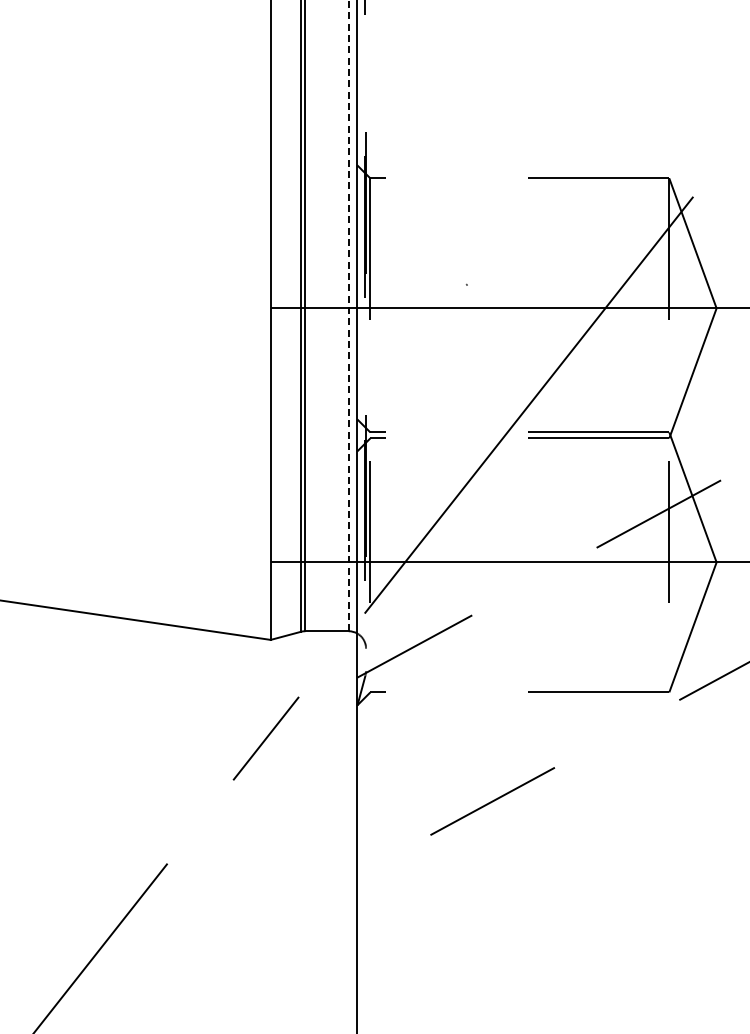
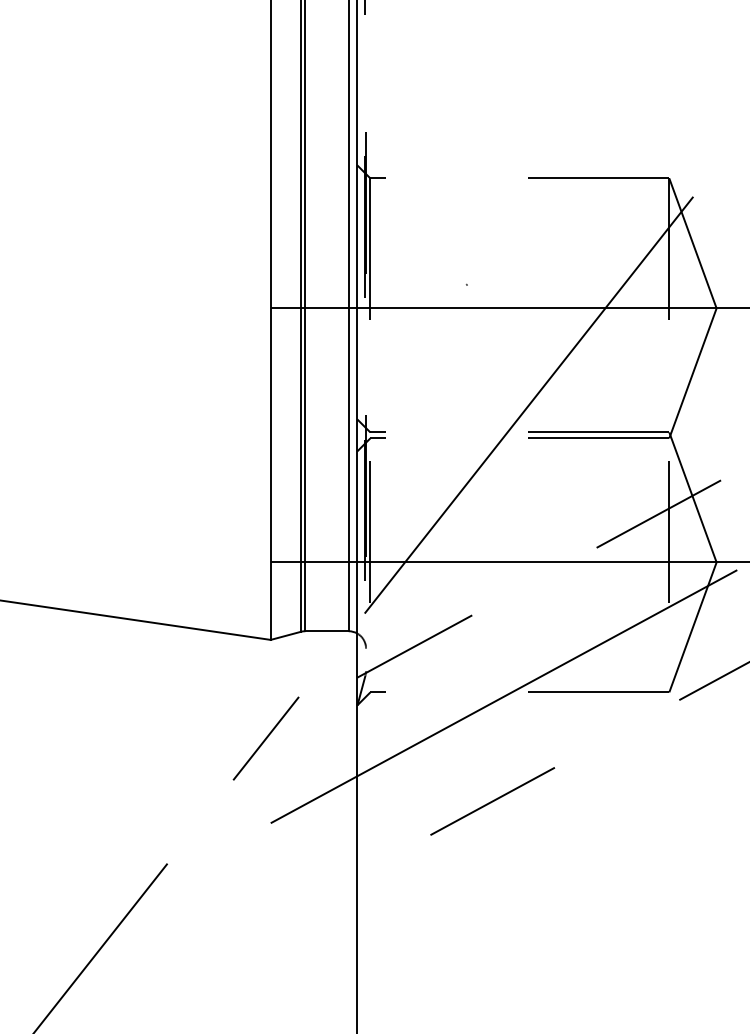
line at (348, 315): dashed -> solid
line at (508, 694): none -> present
